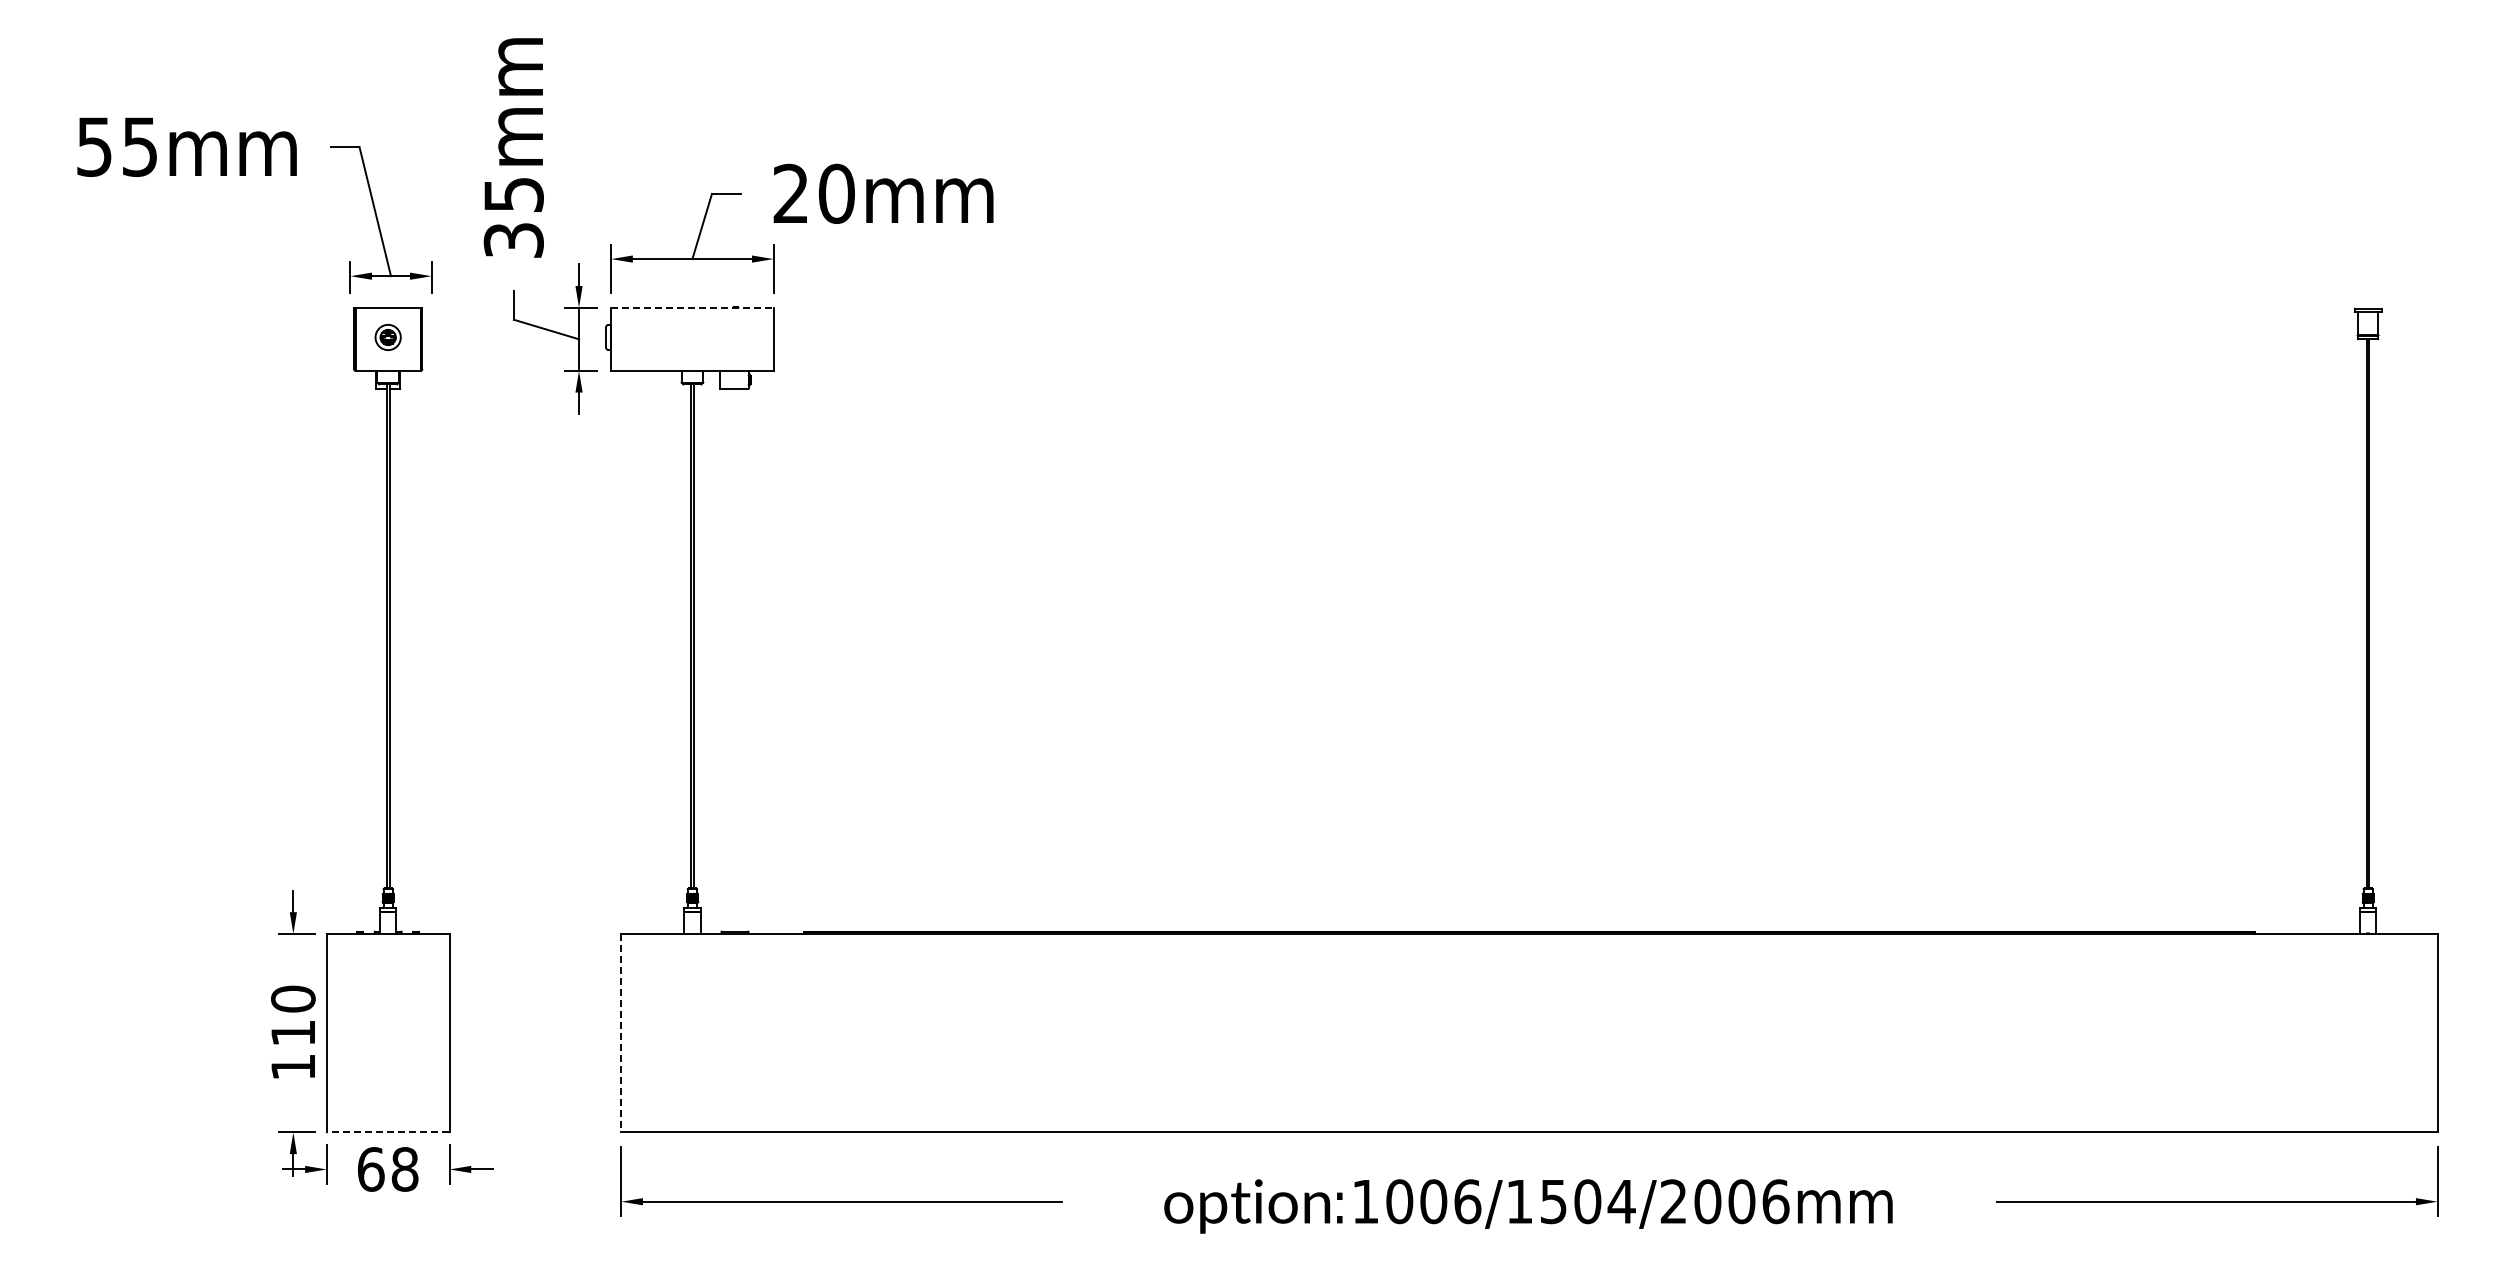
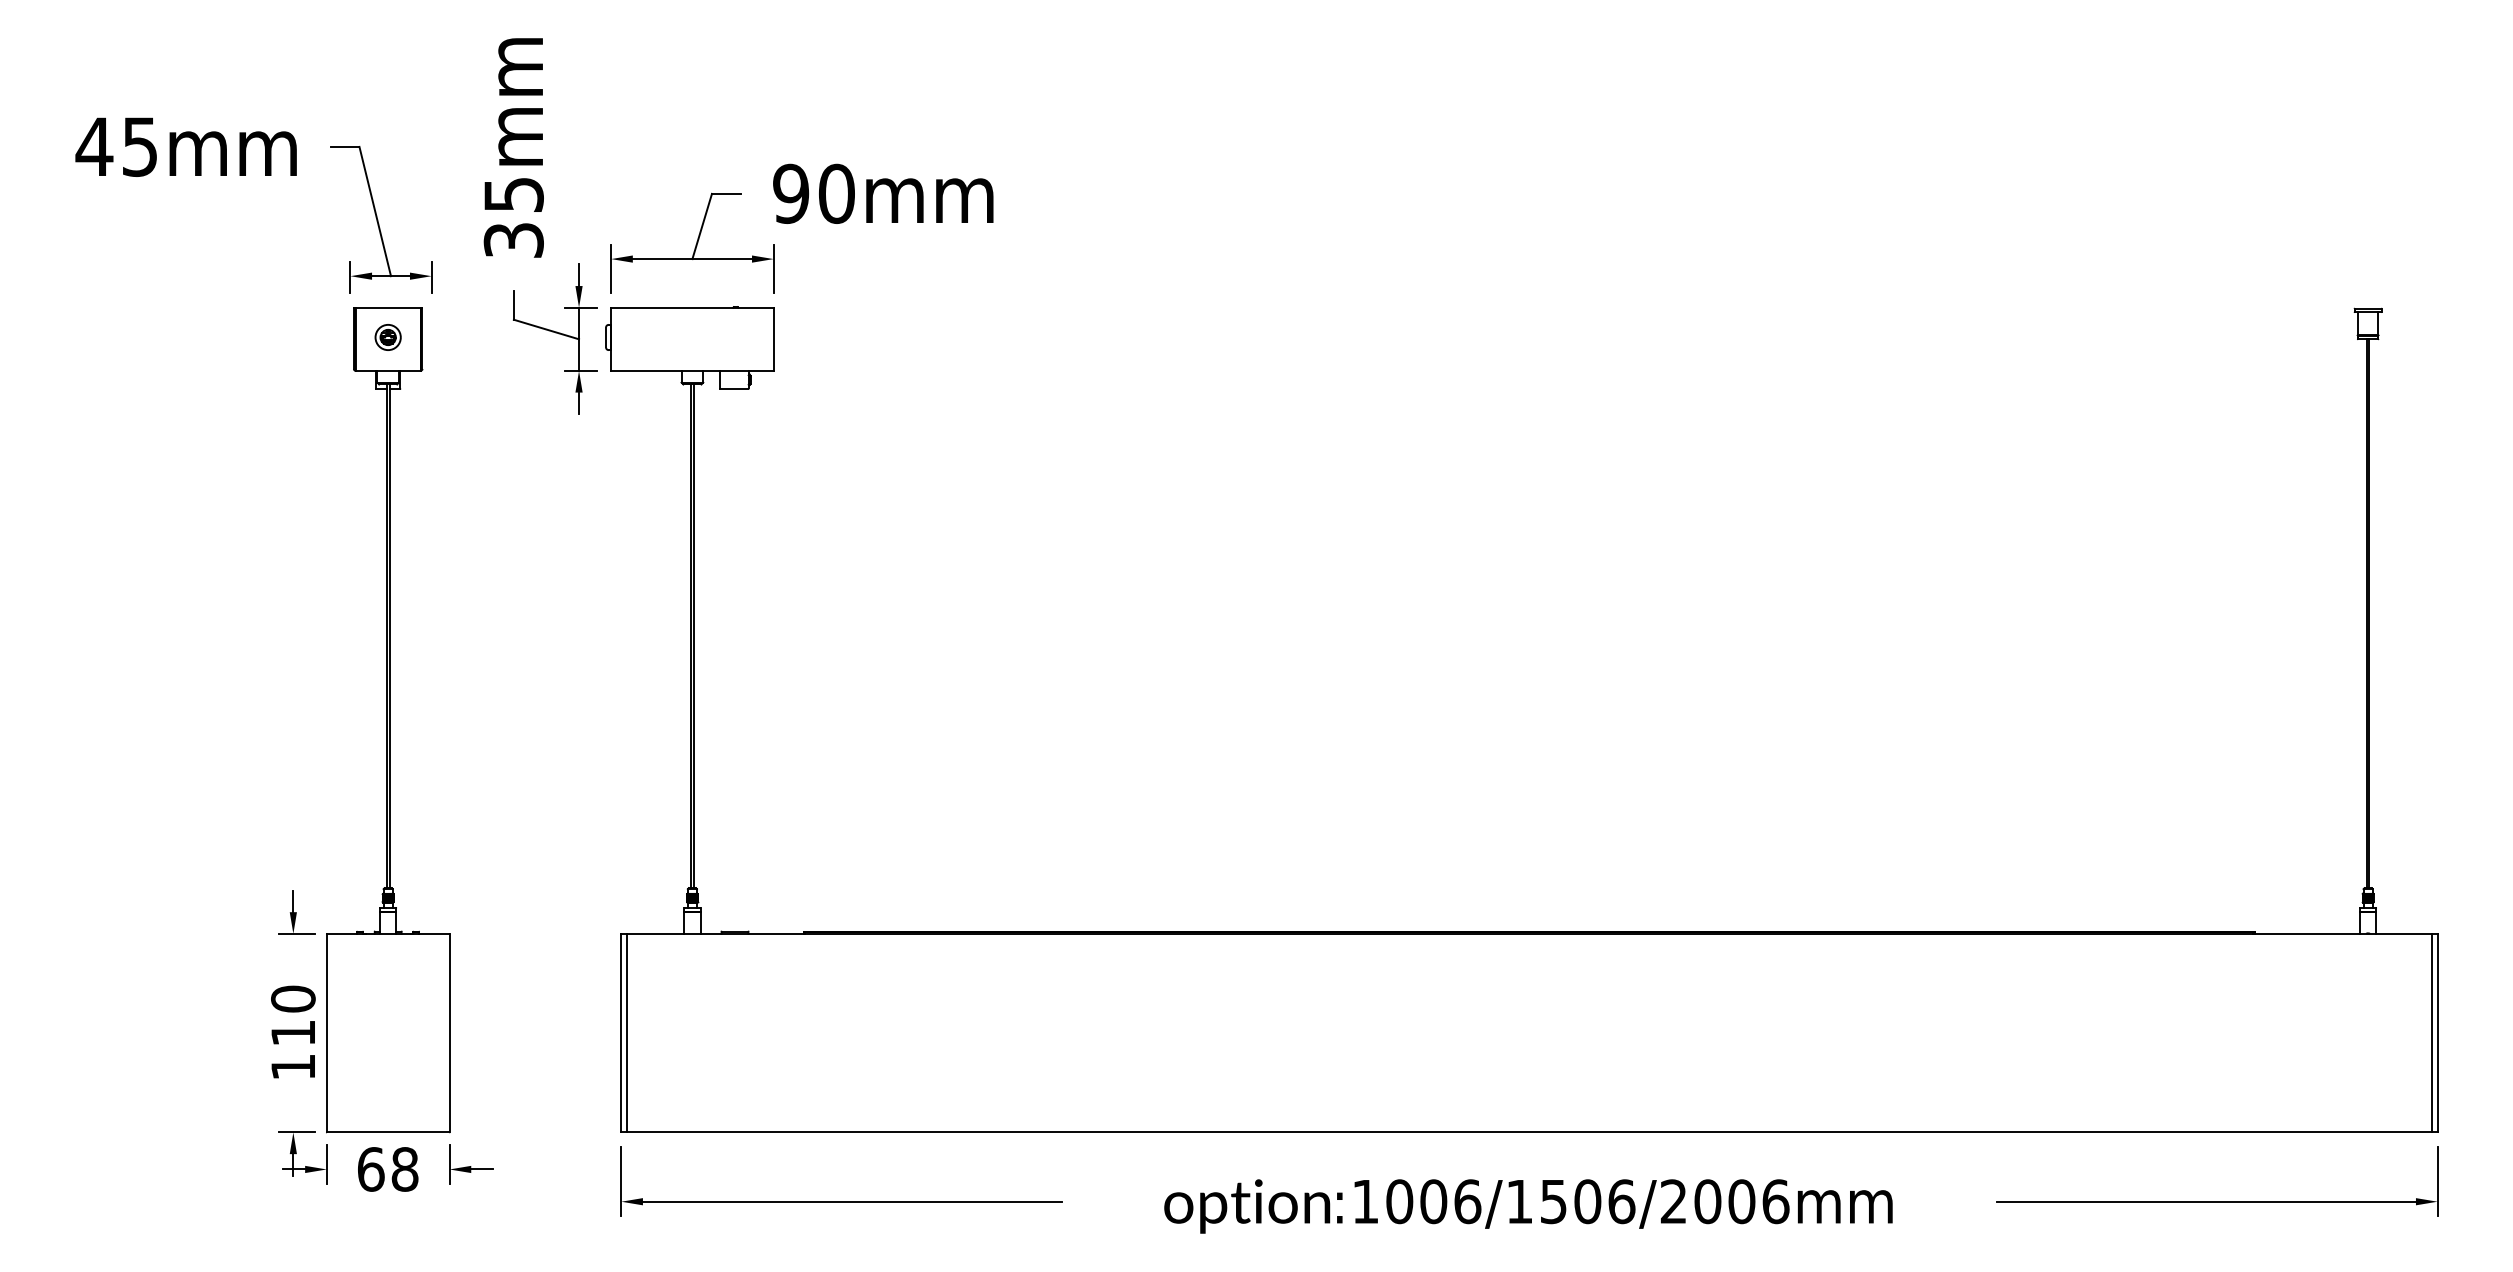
text at (94, 146): 55mm -> 45mm
text at (791, 193): 20mm -> 90mm
line at (692, 307): dashed -> solid
line at (626, 1032): none -> present
line at (2432, 1032): none -> present
line at (621, 1033): dashed -> solid
line at (387, 1132): dashed -> solid
text at (1621, 1201): :1006/1504/2006mm -> :1006/1506/2006mm
